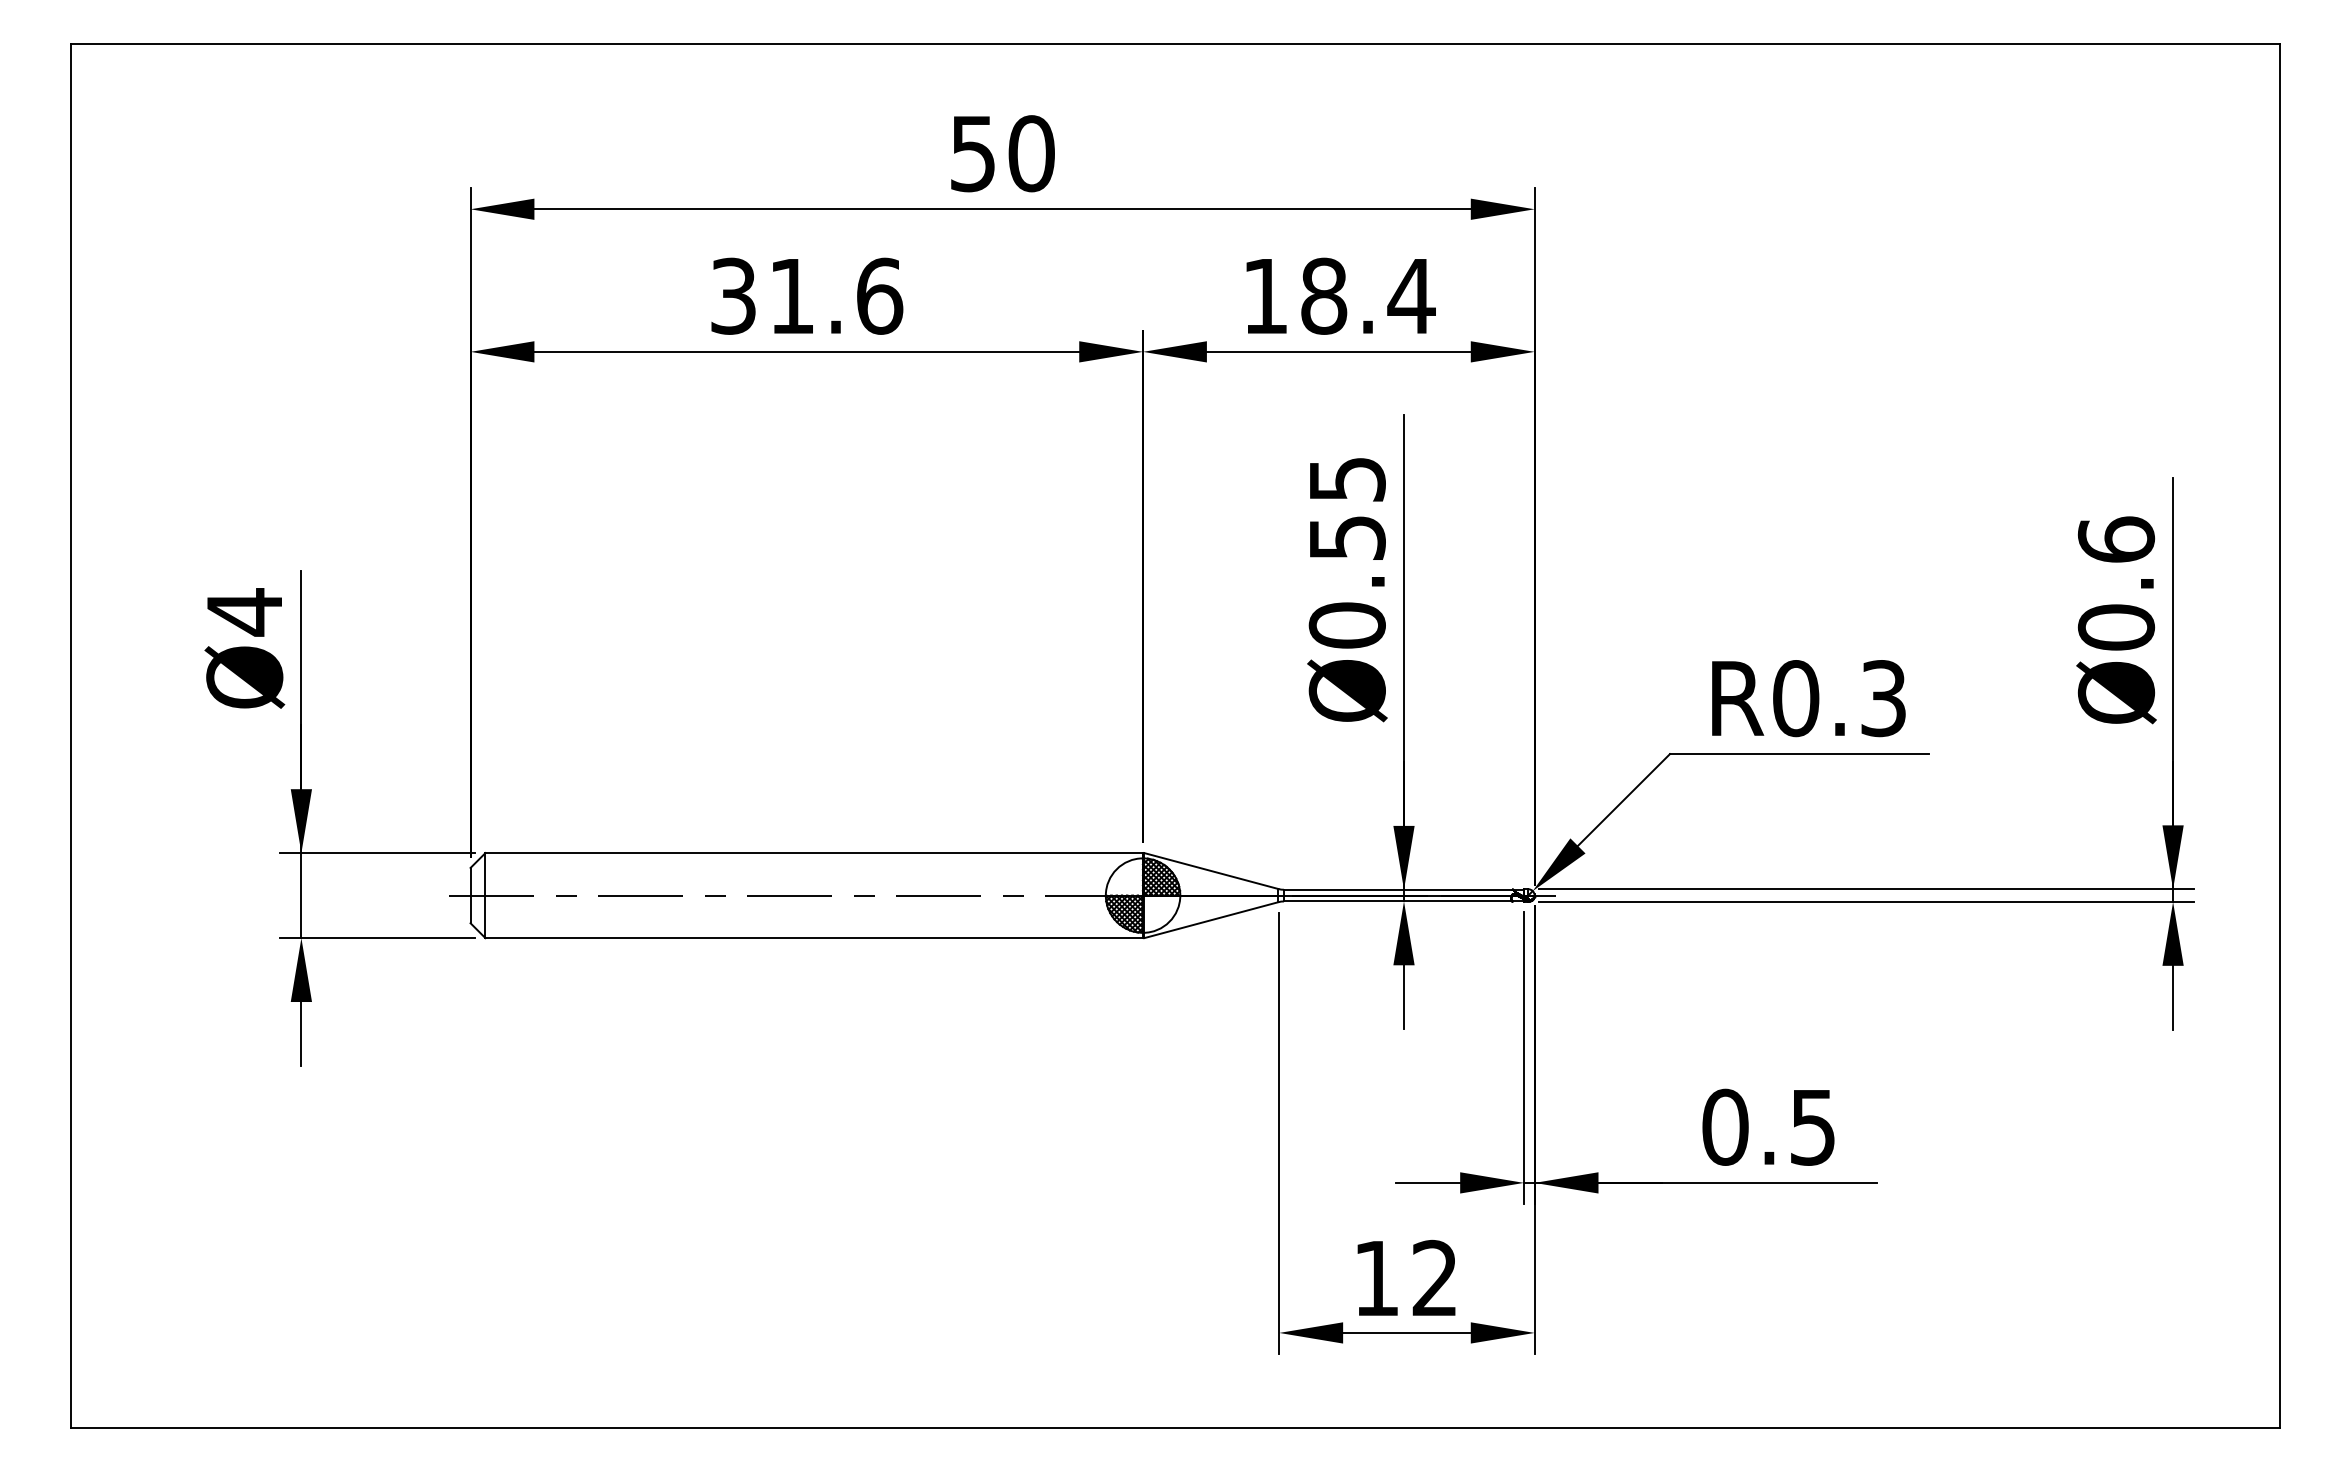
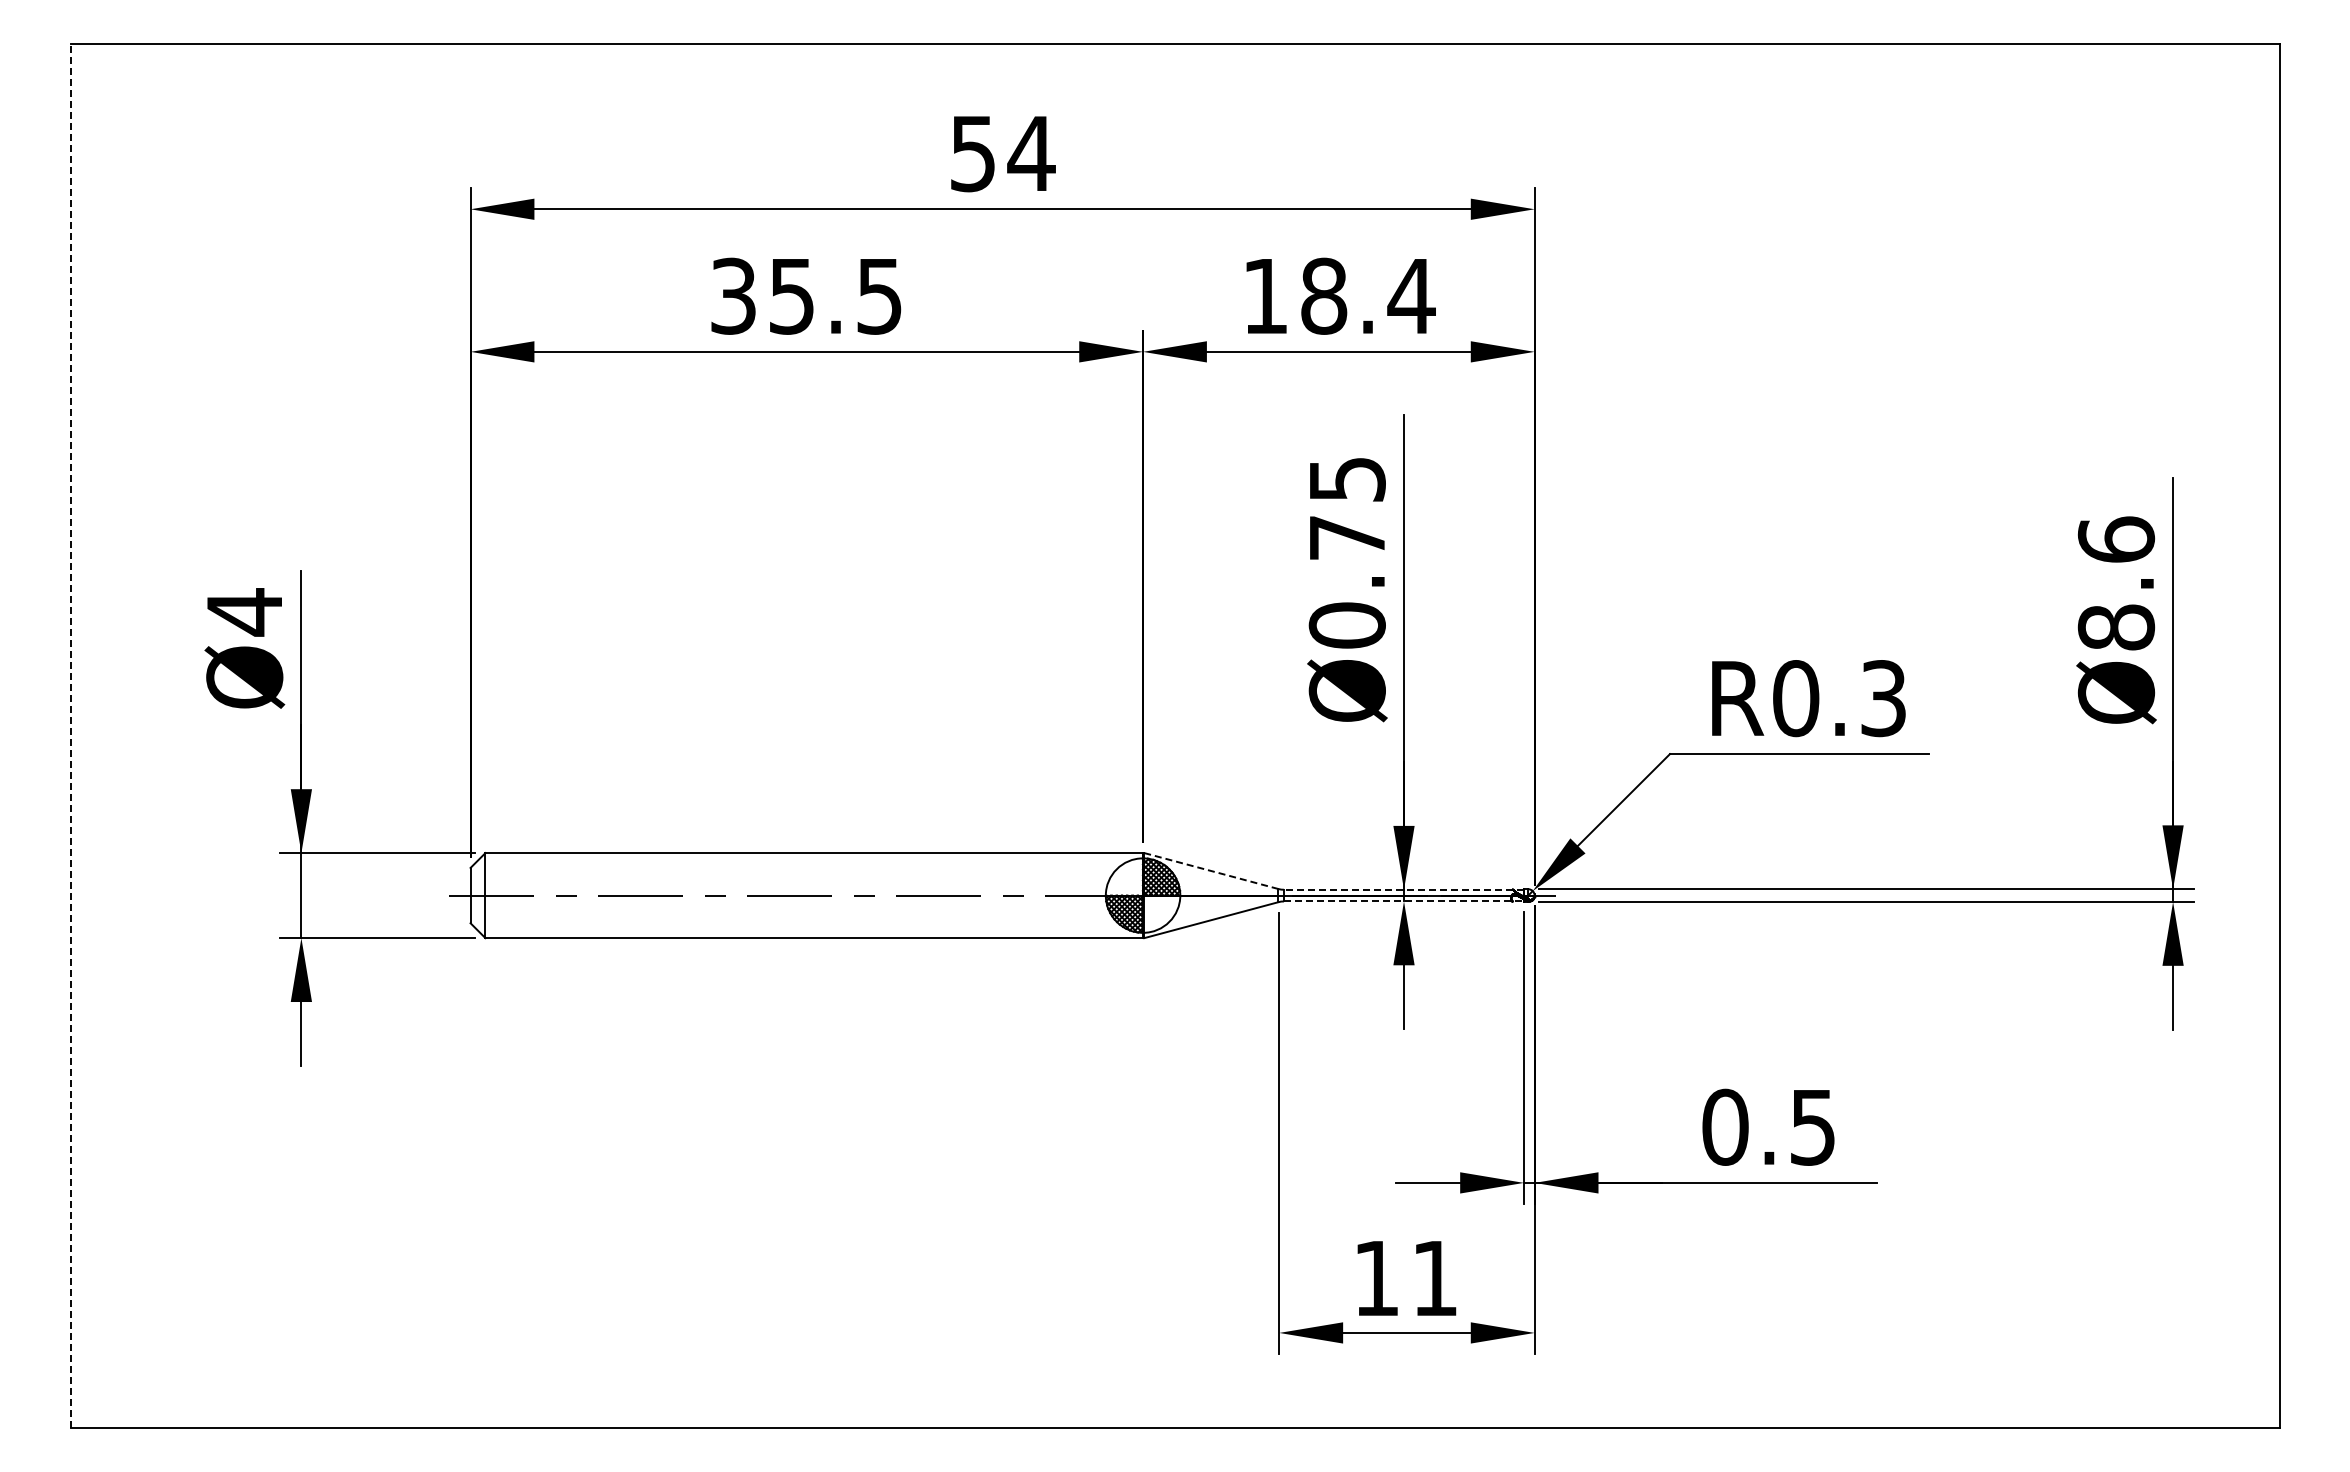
text at (1031, 153): 50 -> 54
text at (836, 295): 31.6 -> 35.5
text at (1347, 537): Ø0.55 -> Ø0.75
text at (2116, 627): Ø0.6 -> Ø8.6
line at (70, 736): solid -> dashed
line at (1211, 871): solid -> dashed
line at (1403, 889): solid -> dashed
line at (1404, 901): solid -> dashed
text at (1434, 1277): 12 -> 11
